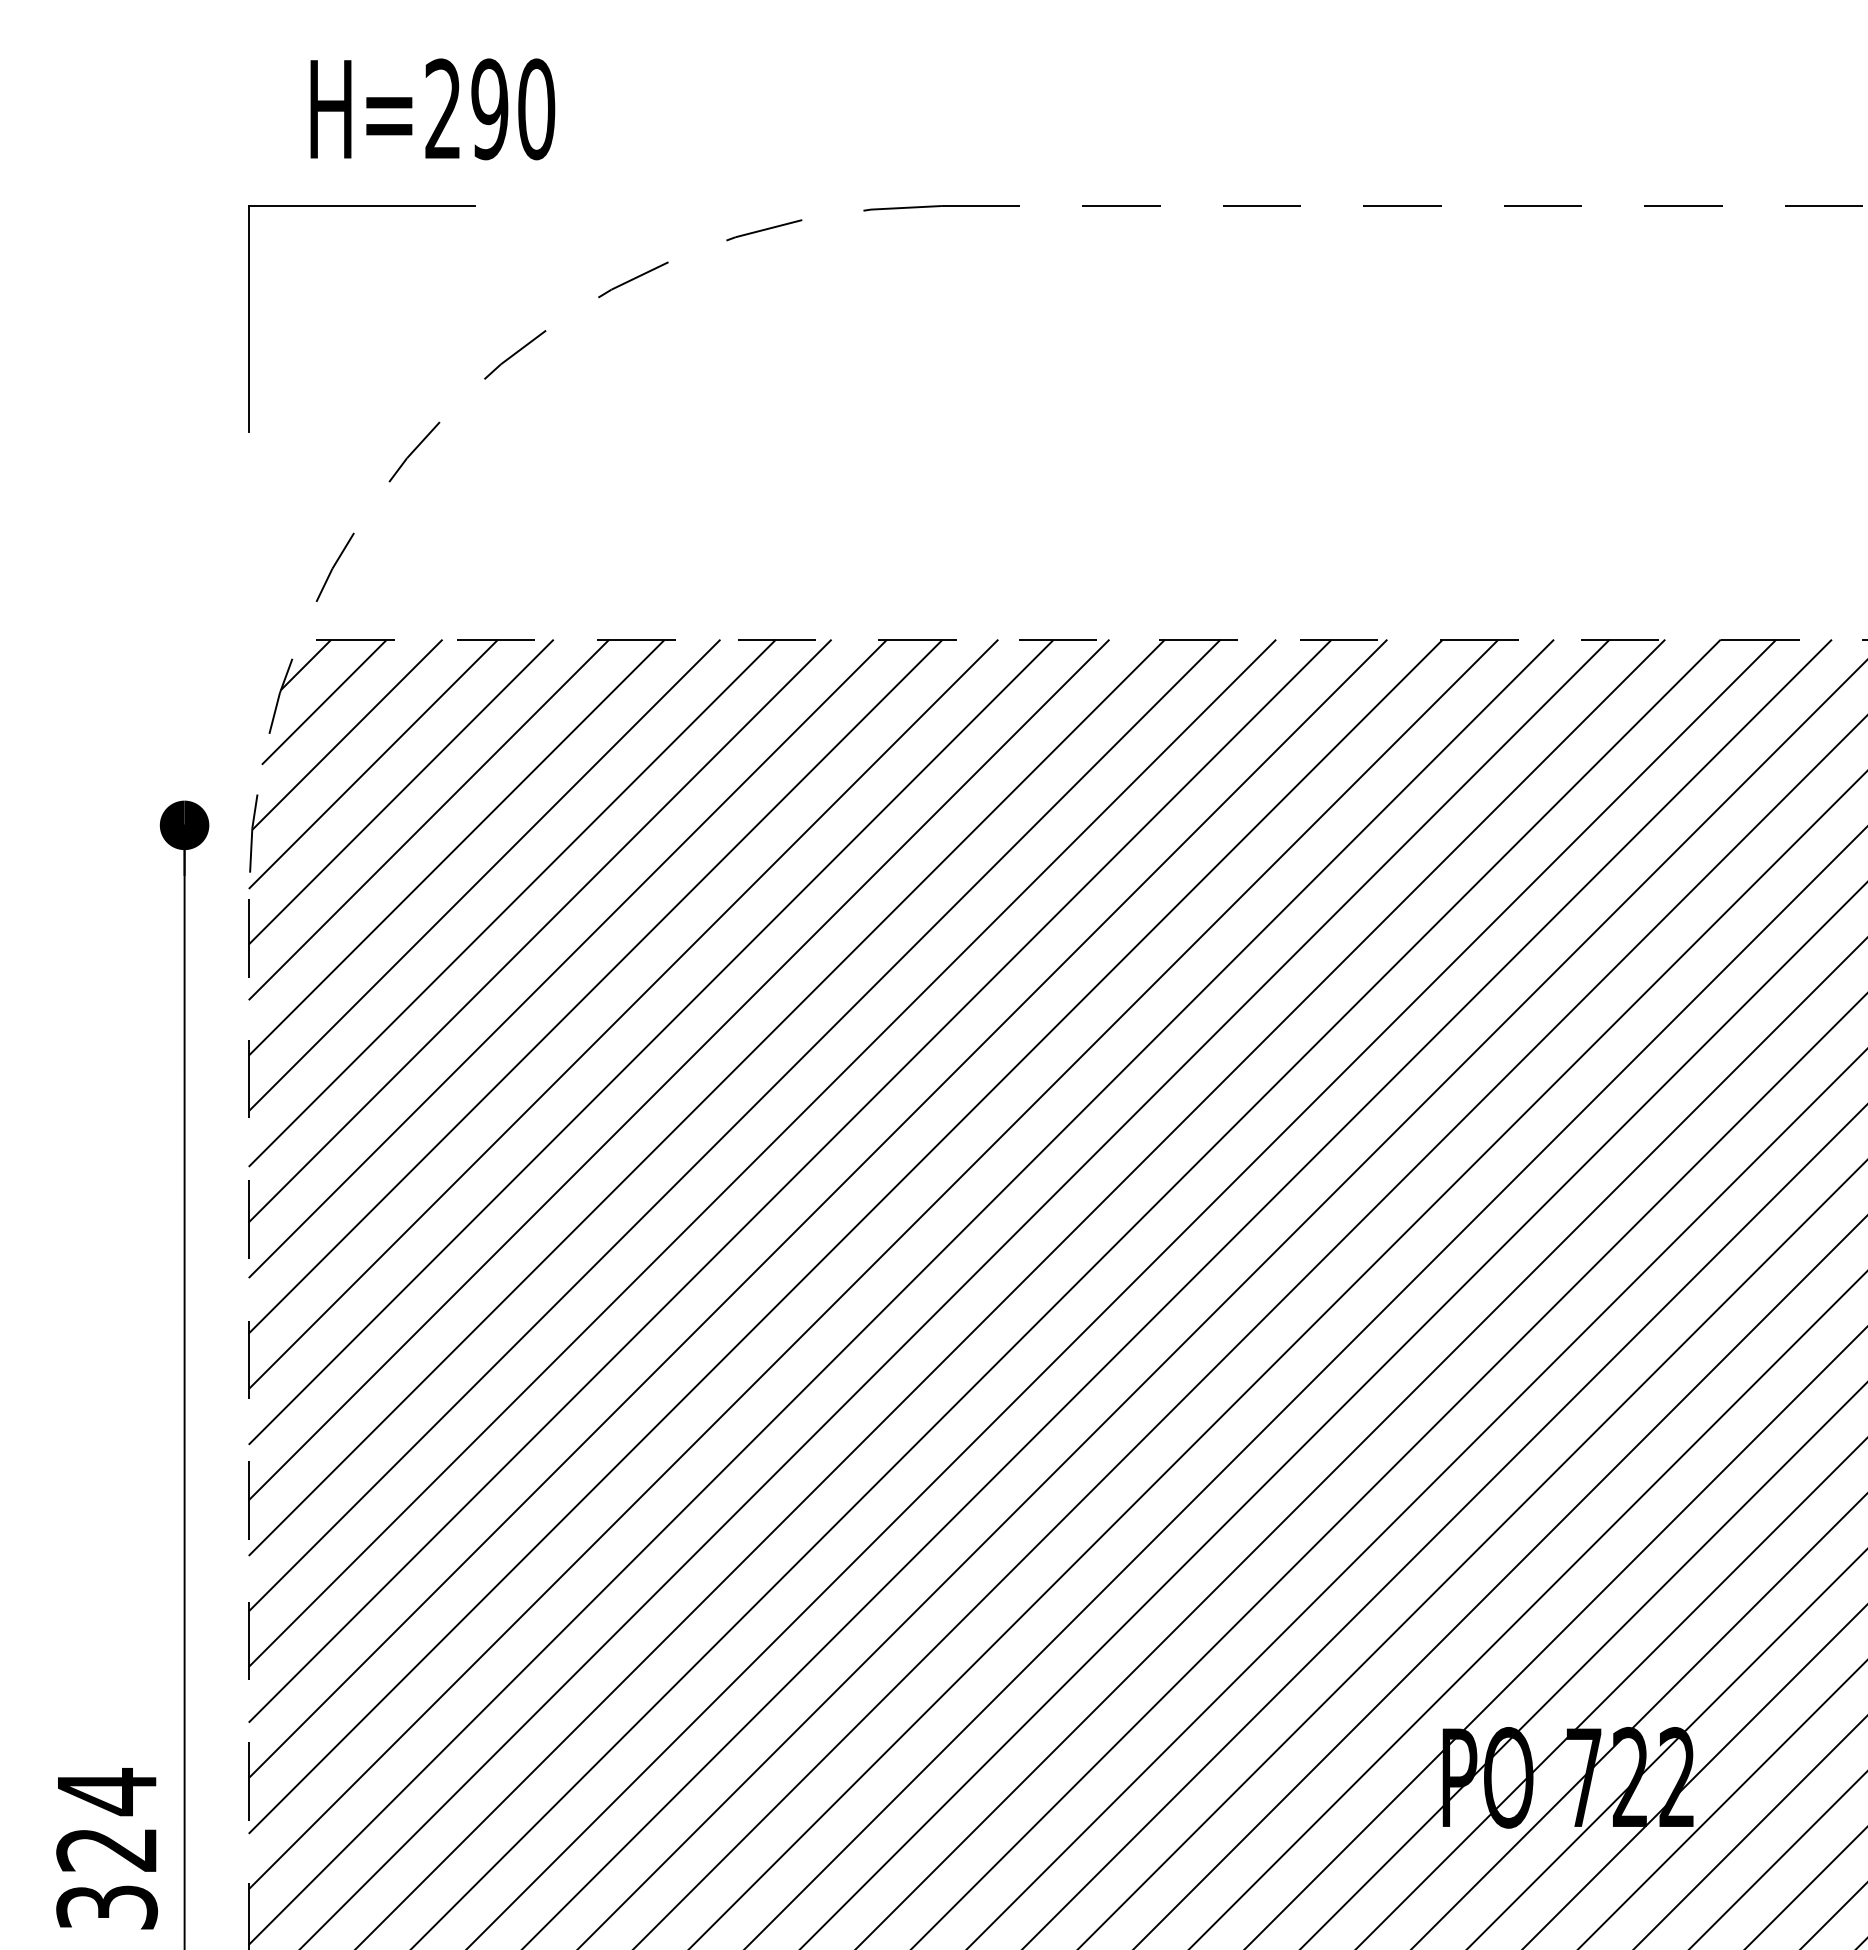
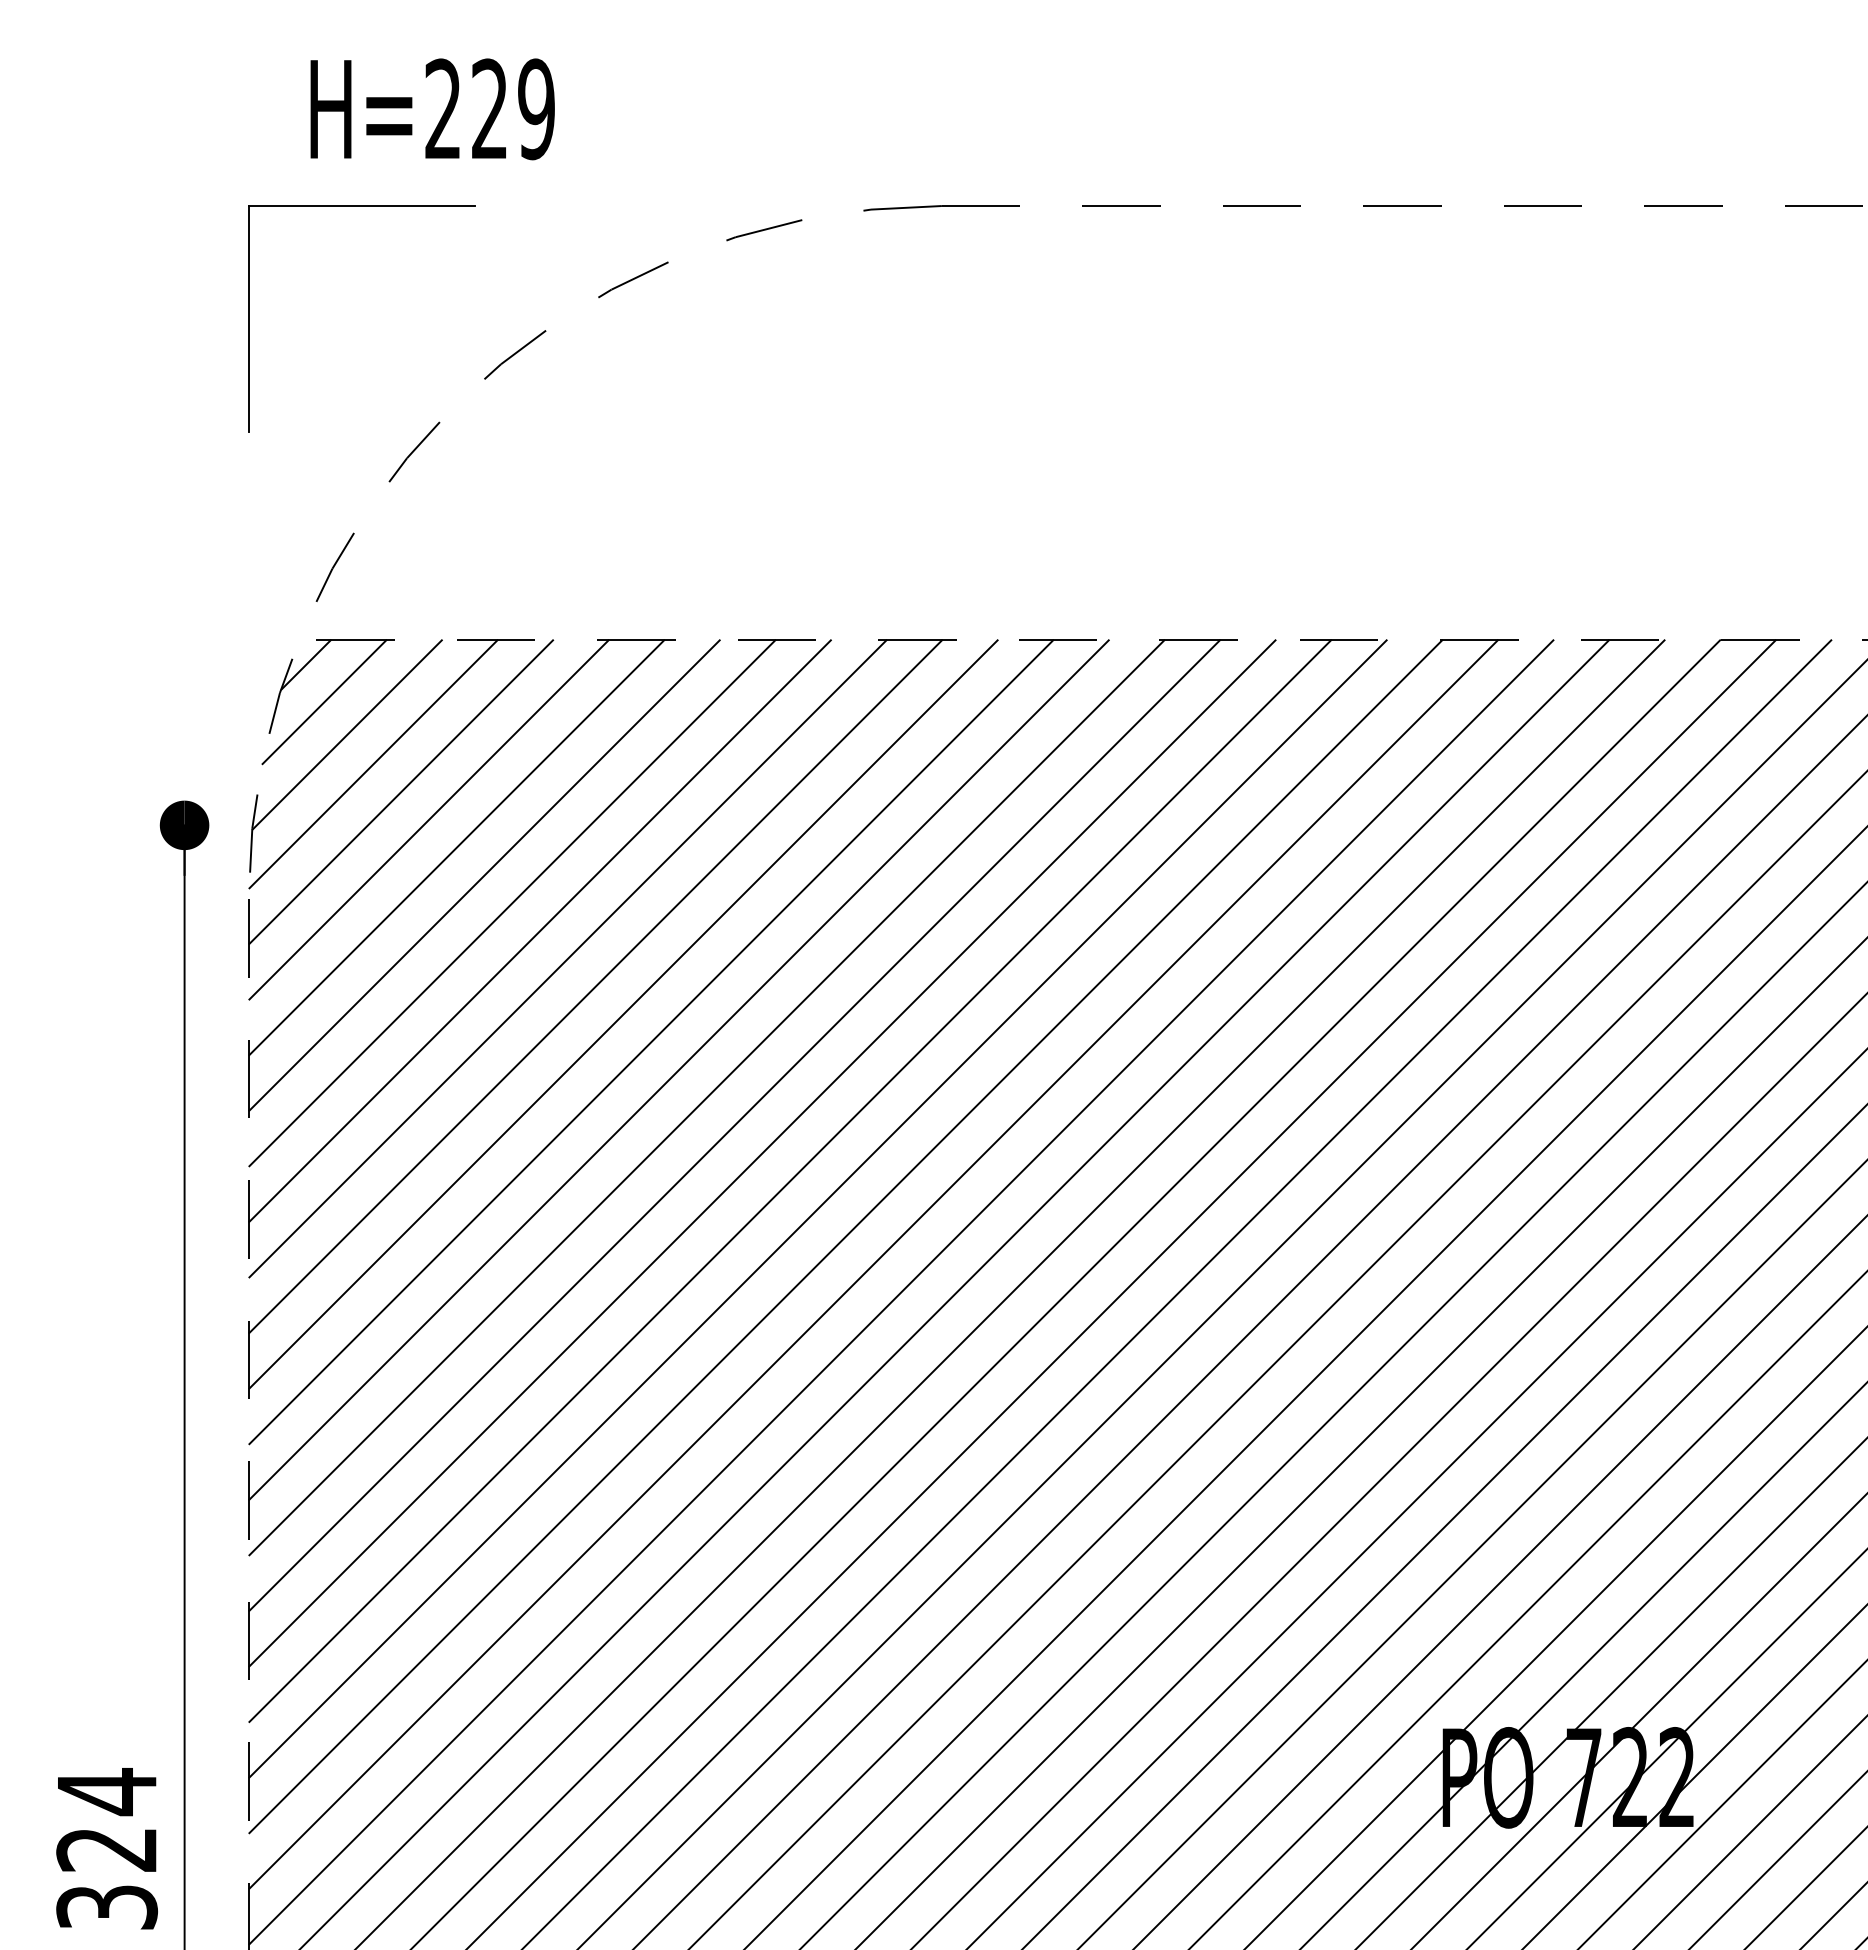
text at (513, 109): H=290 -> H=229
